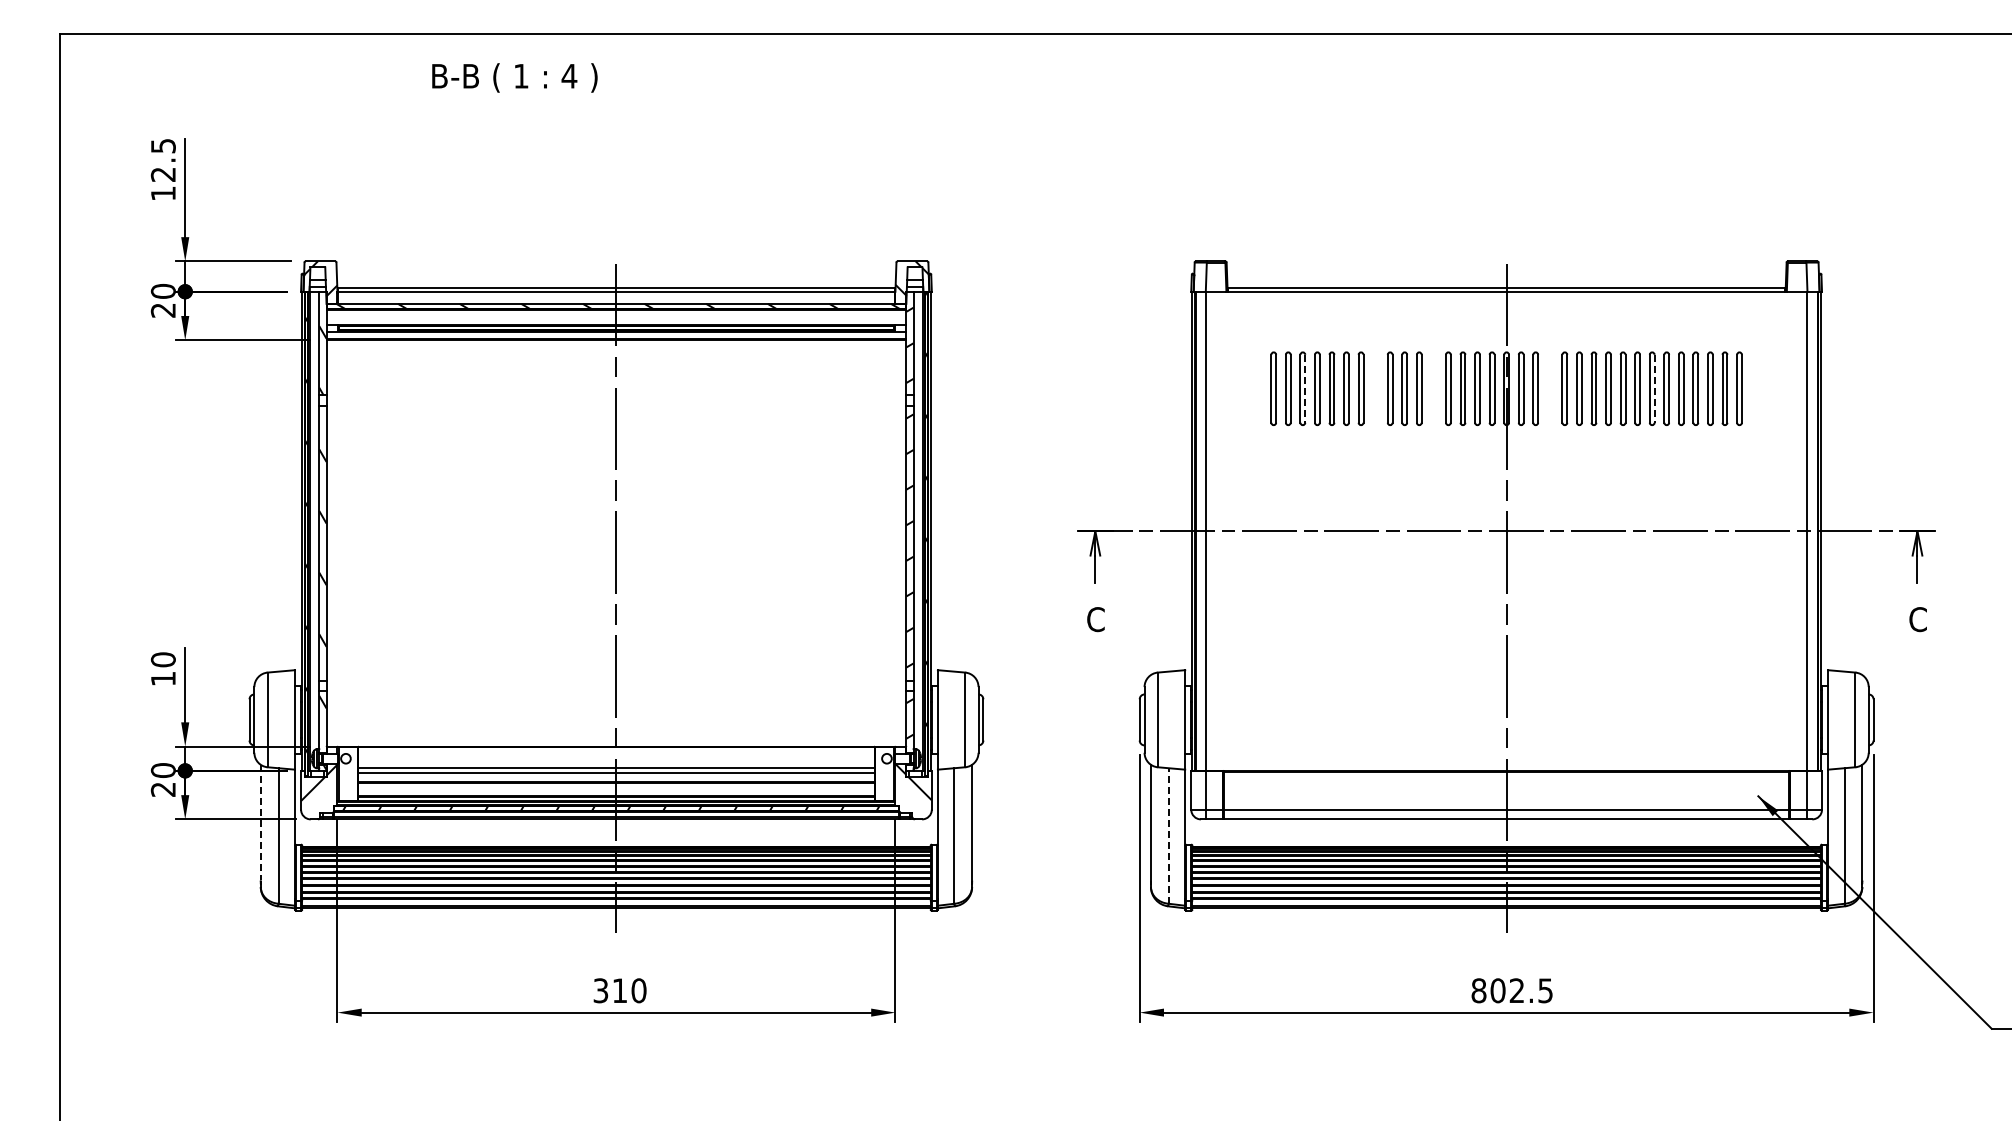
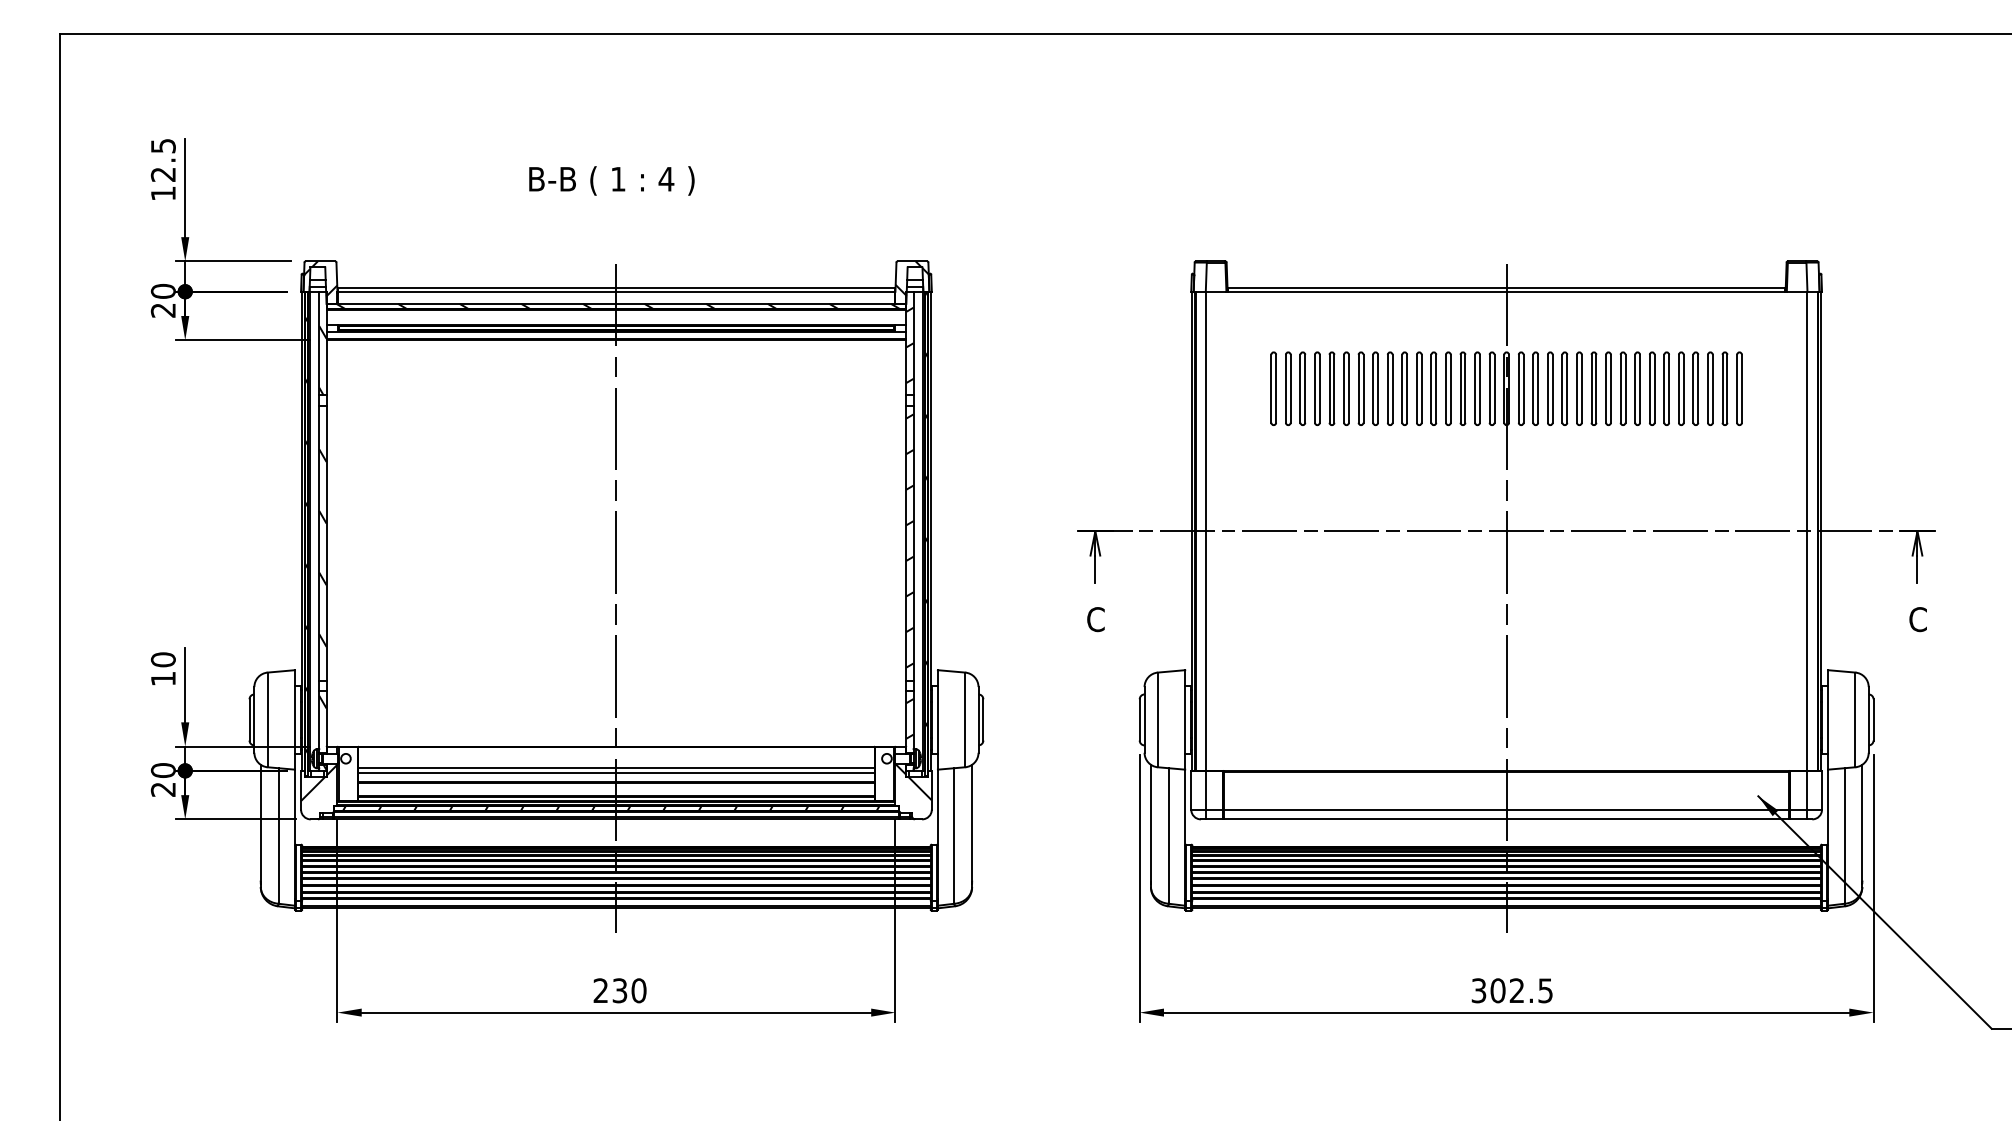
text at (514, 77) position: (514, 77) -> (611, 180)
line at (1305, 388): dashed -> solid
part at (1375, 388): none -> present
part at (1433, 388): none -> present
part at (1550, 388): none -> present
line at (1654, 388): dashed -> solid
line at (260, 822): dashed -> solid
line at (1168, 835): dashed -> solid
text at (610, 990): 310 -> 230
text at (1478, 990): 802.5 -> 302.5
